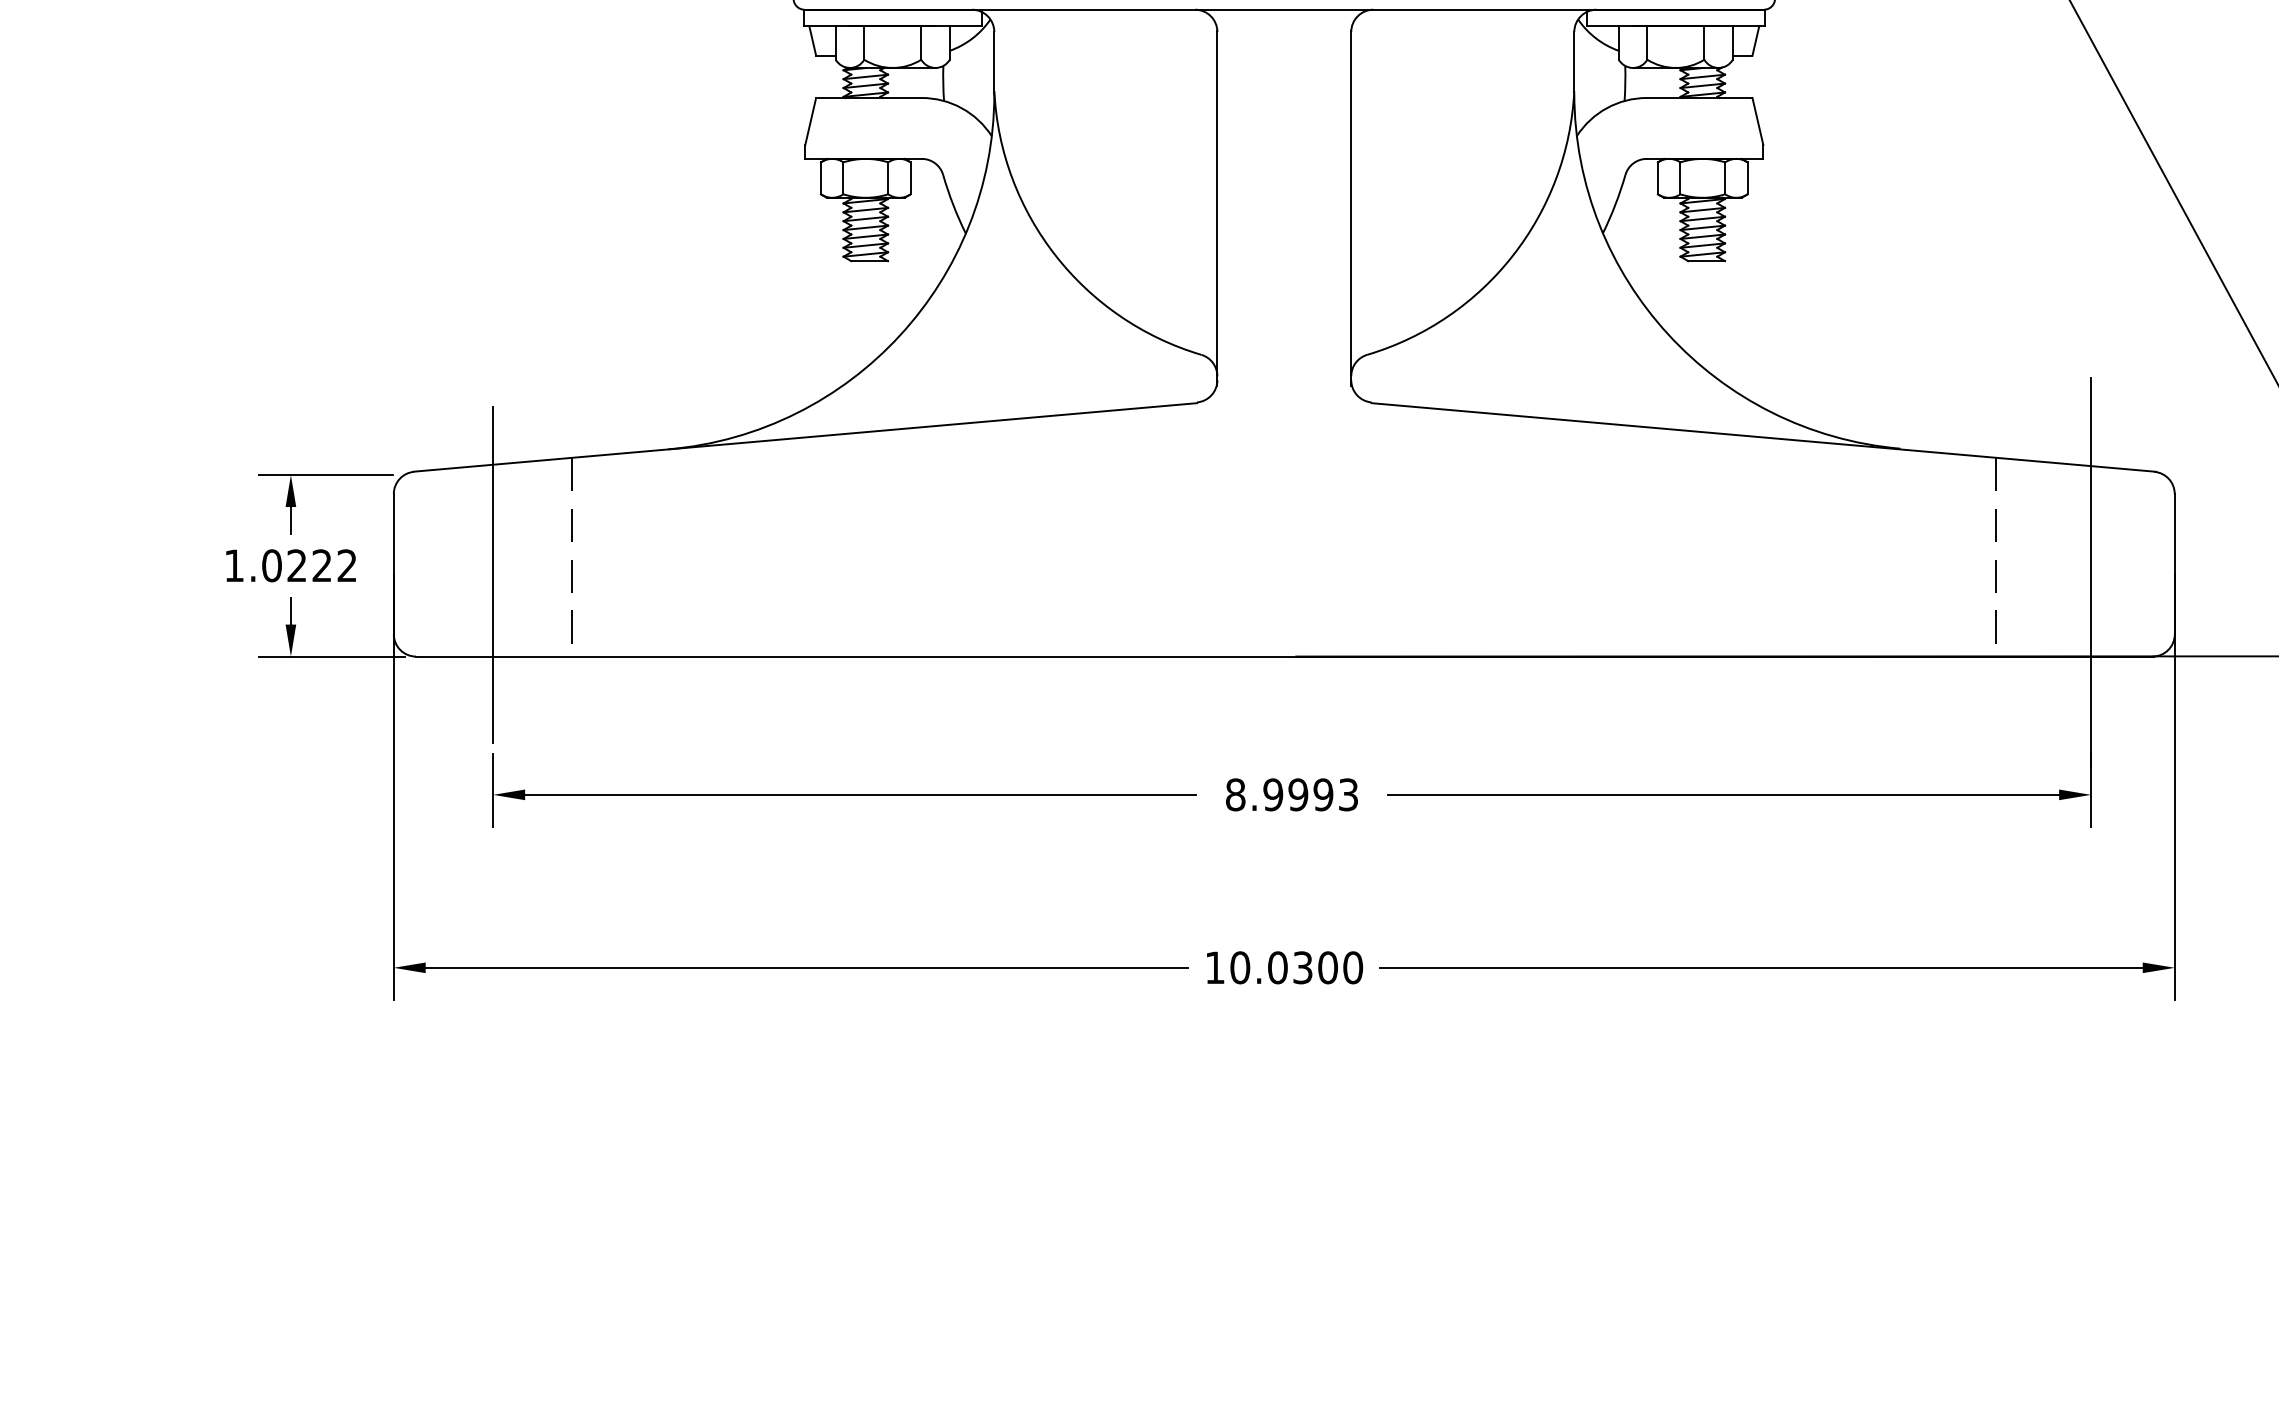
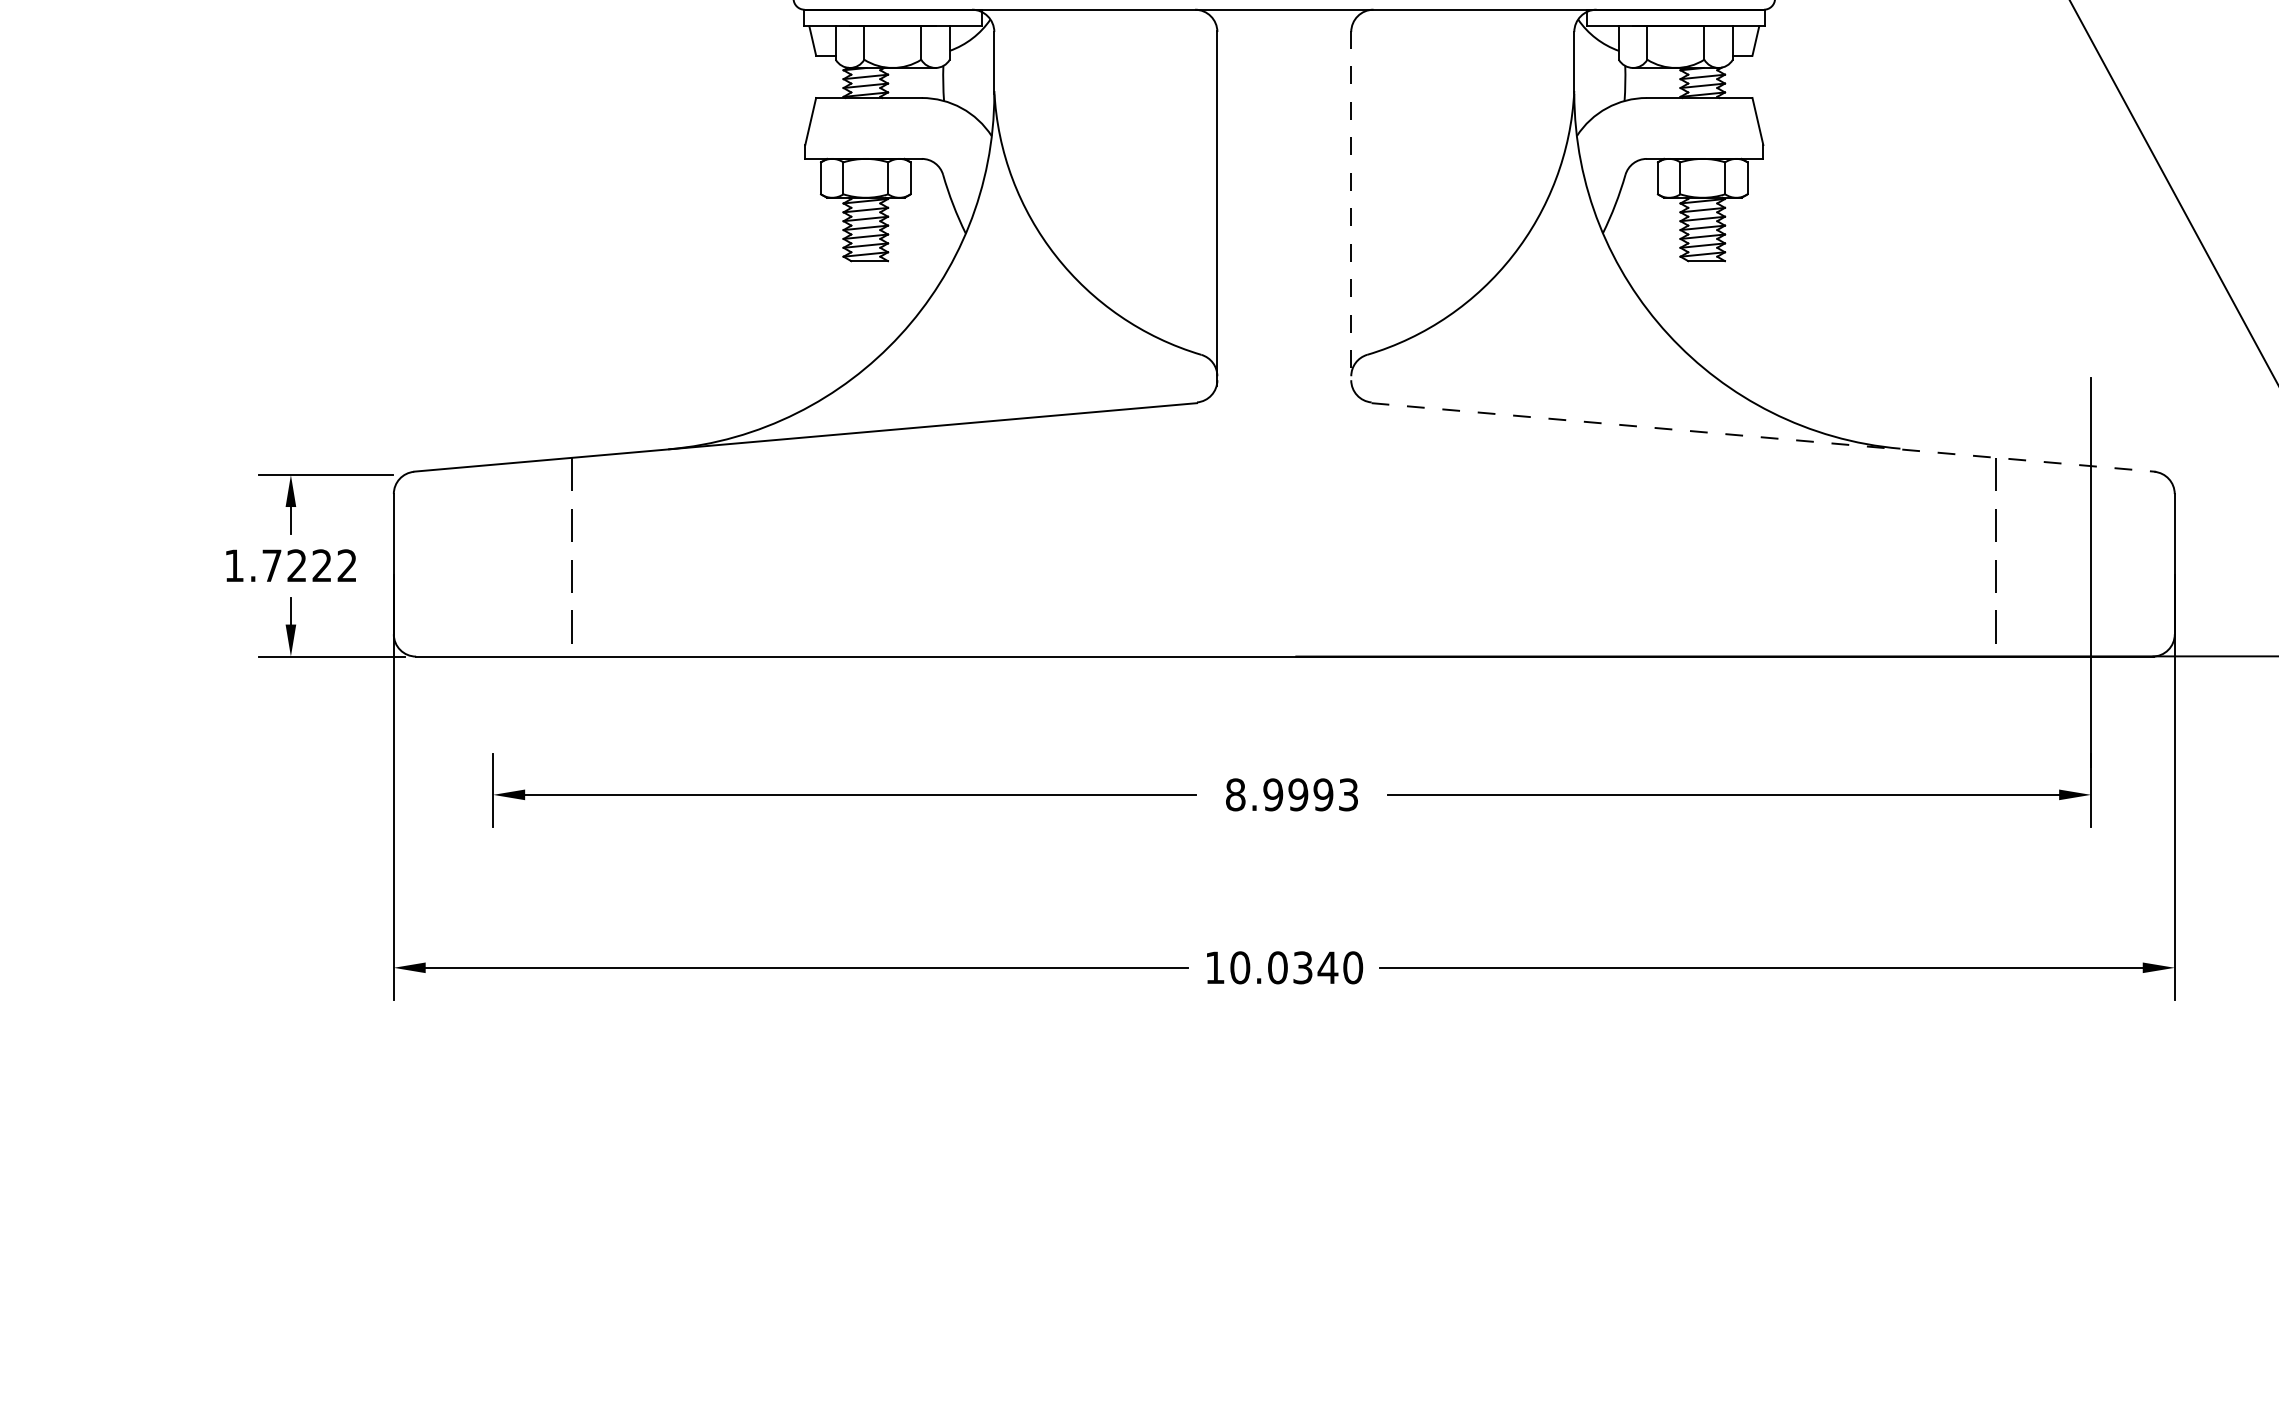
line at (1351, 208): solid -> dashed
line at (1763, 437): solid -> dashed
text at (271, 565): 1.0222 -> 1.7222
line at (493, 574): present -> none
text at (1327, 967): 10.0300 -> 10.0340
